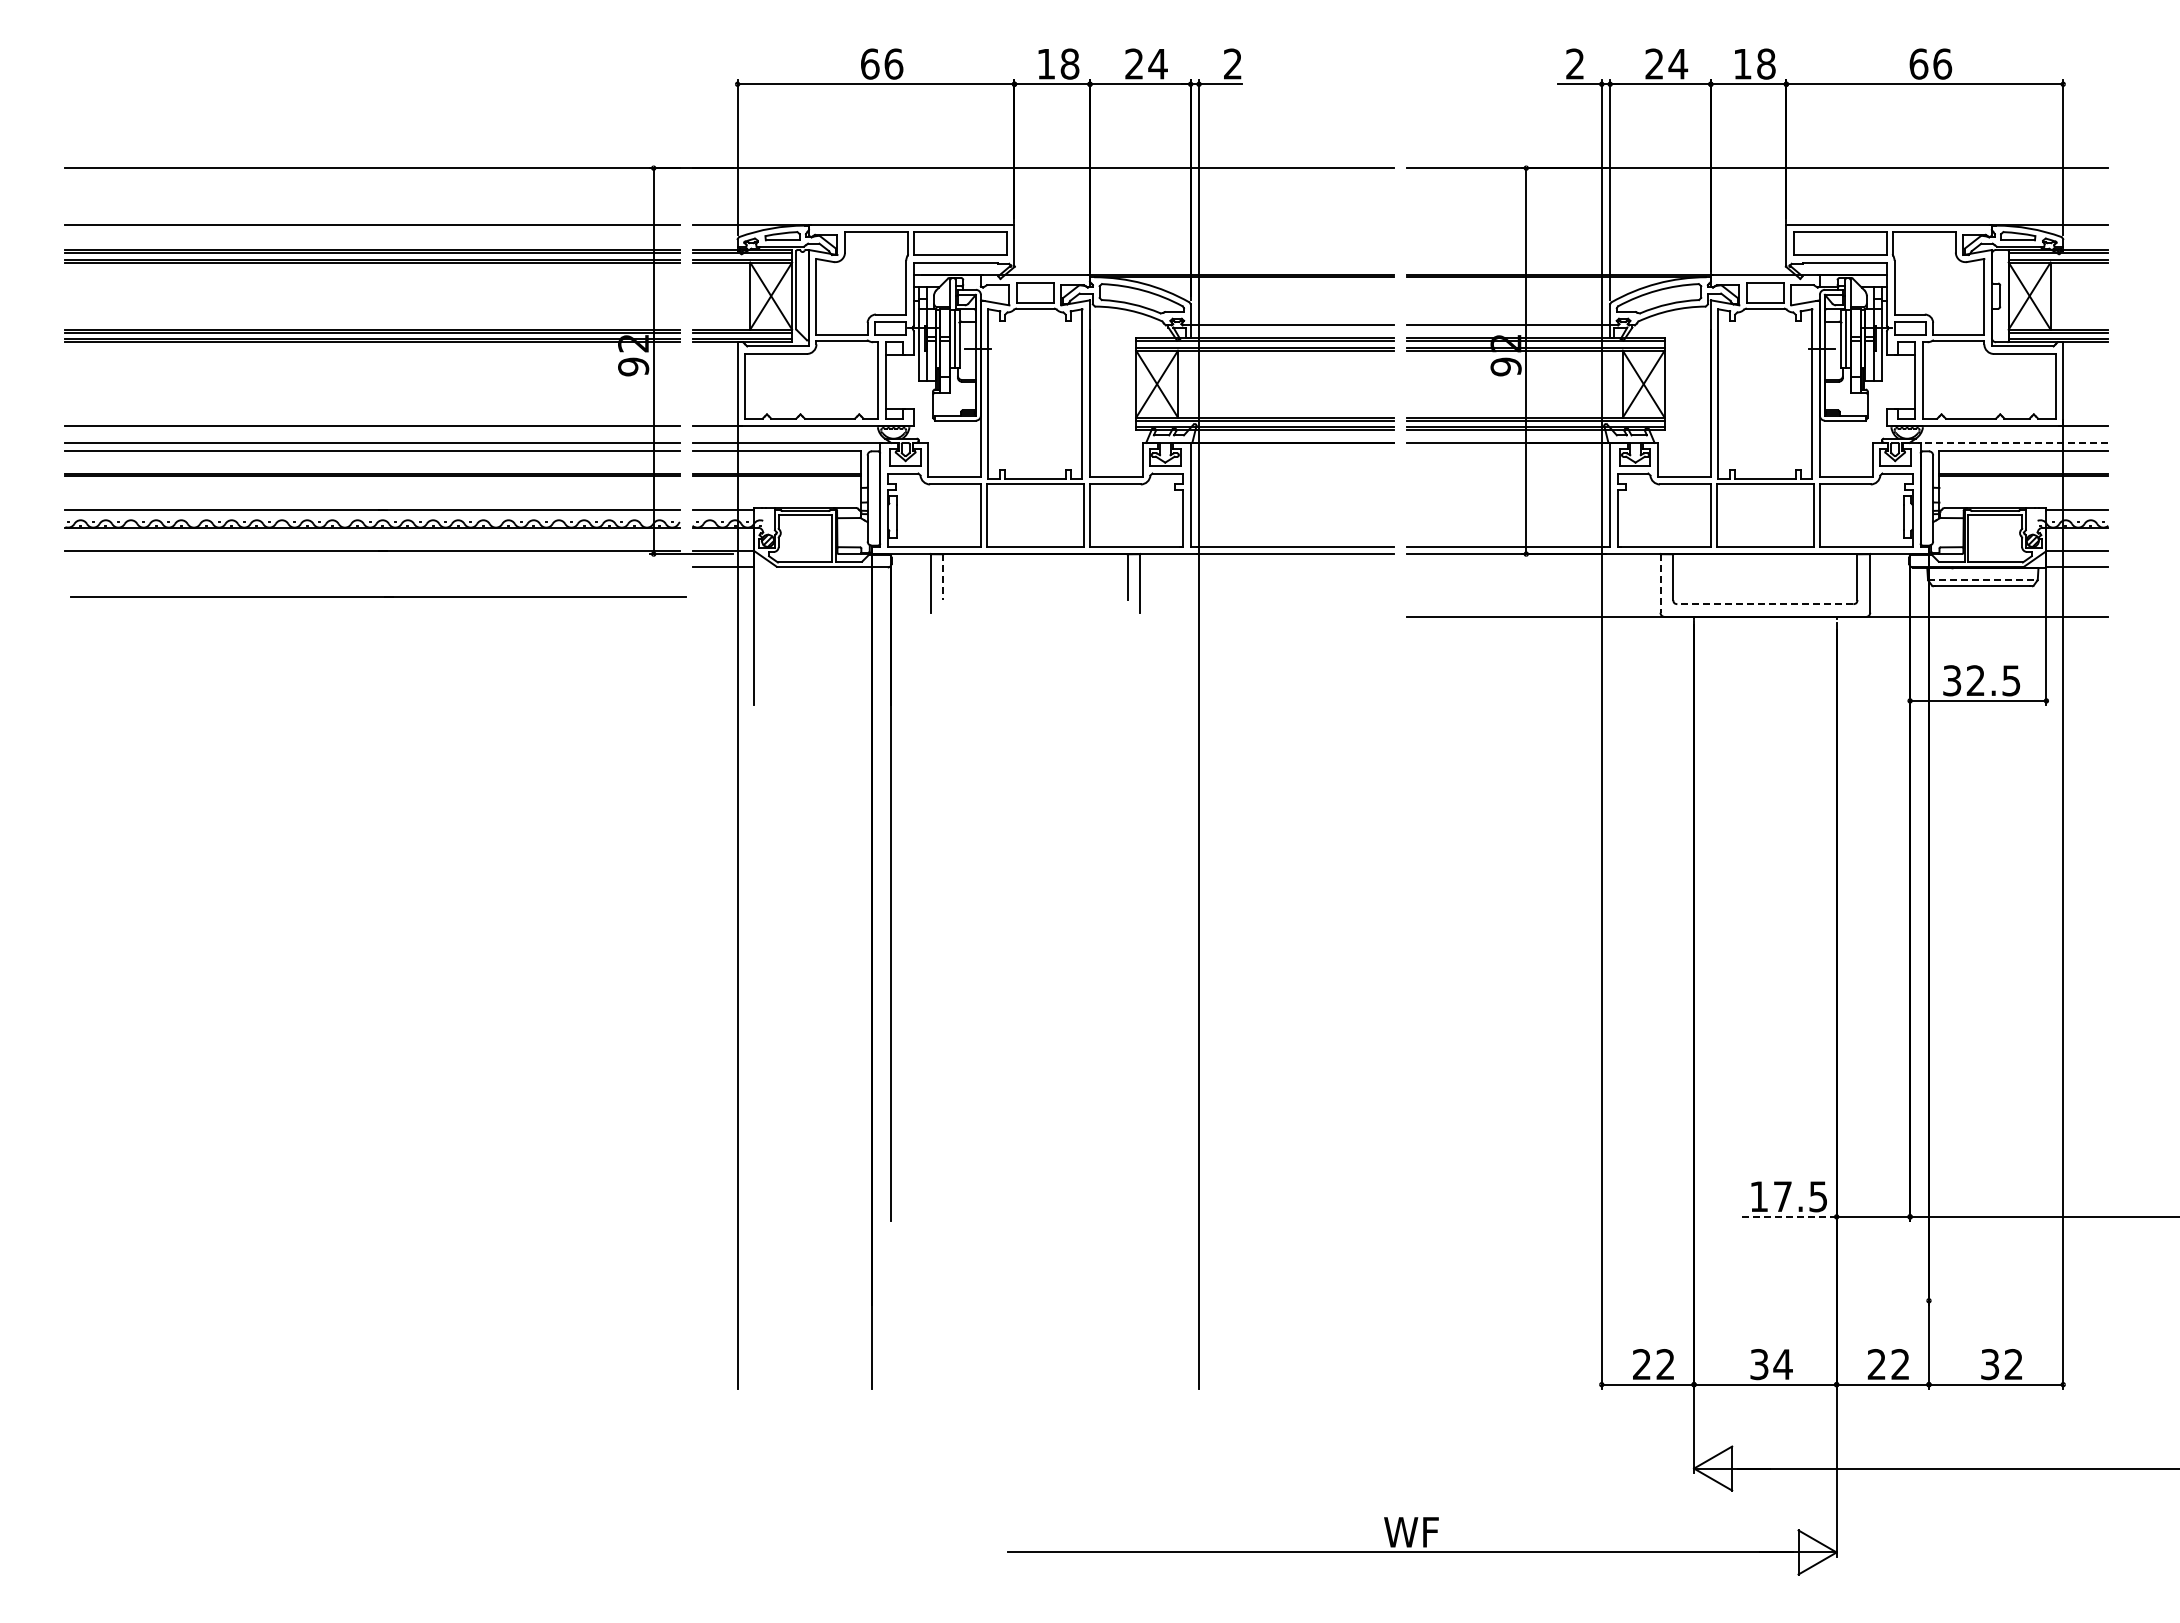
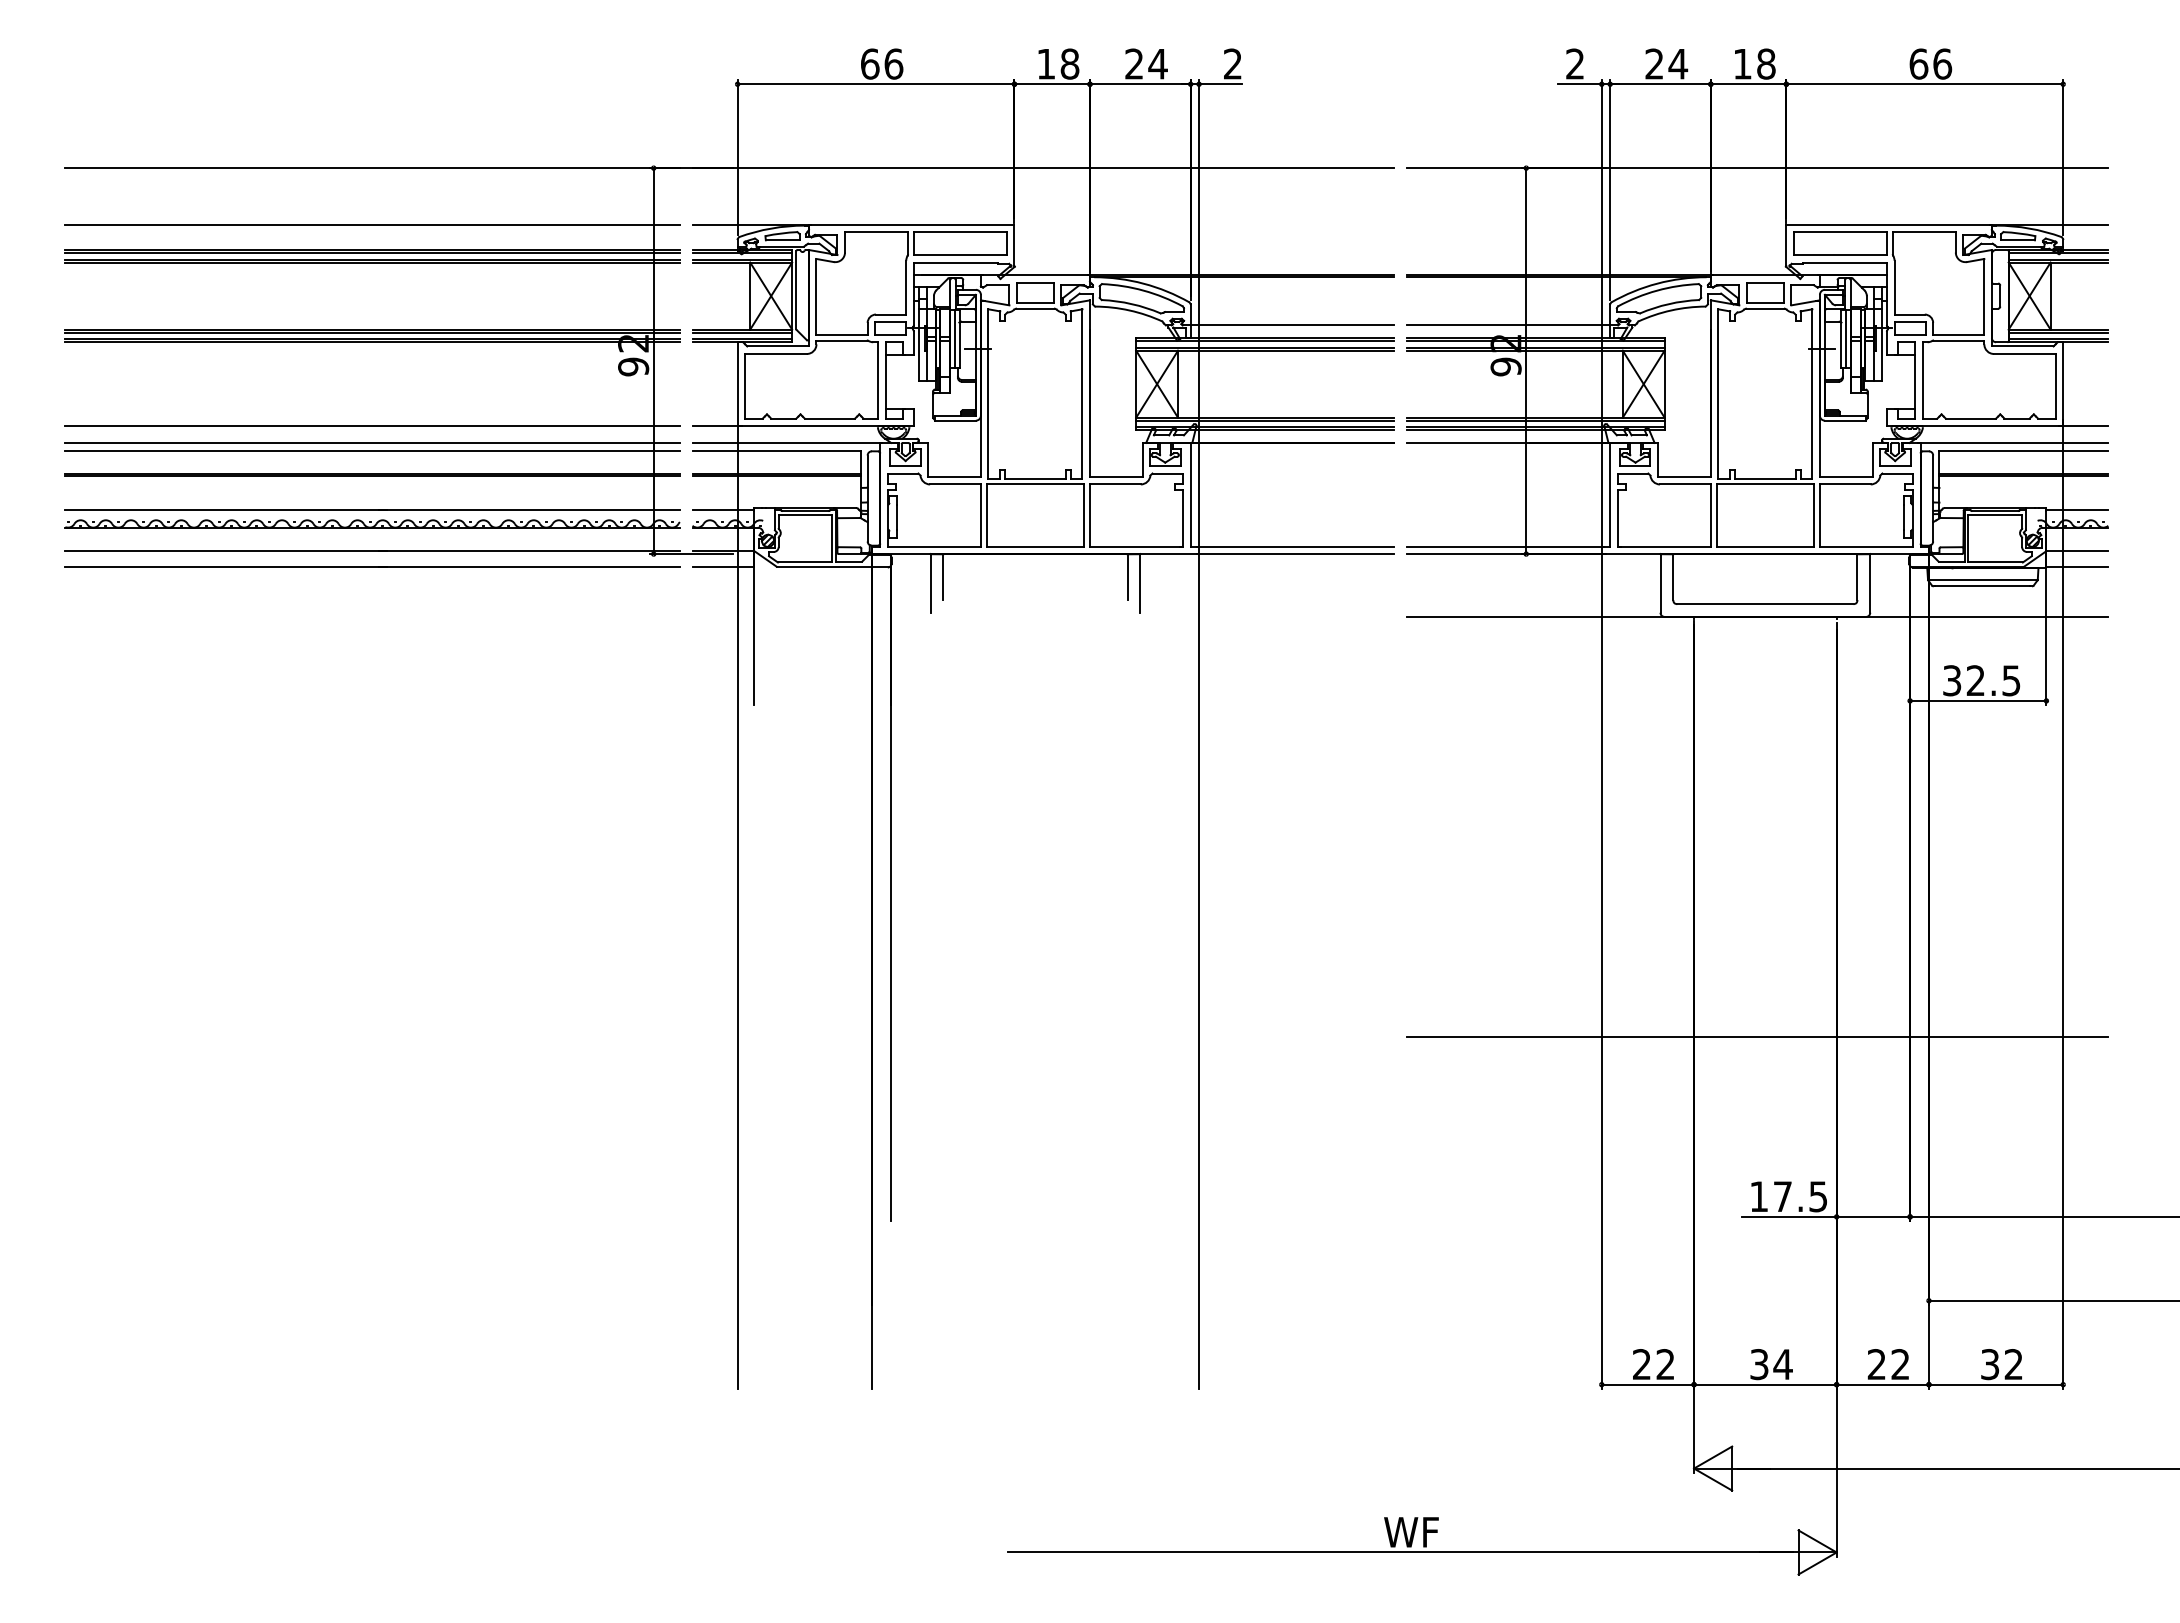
line at (2013, 442): dashed -> solid
line at (943, 577): dashed -> solid
line at (1982, 580): dashed -> solid
line at (1660, 583): dashed -> solid
line at (378, 596) position: (378, 596) -> (372, 566)
line at (1764, 604): dashed -> solid
line at (1757, 1036): none -> present
line at (1789, 1216): dashed -> solid
line at (2052, 1300): none -> present
